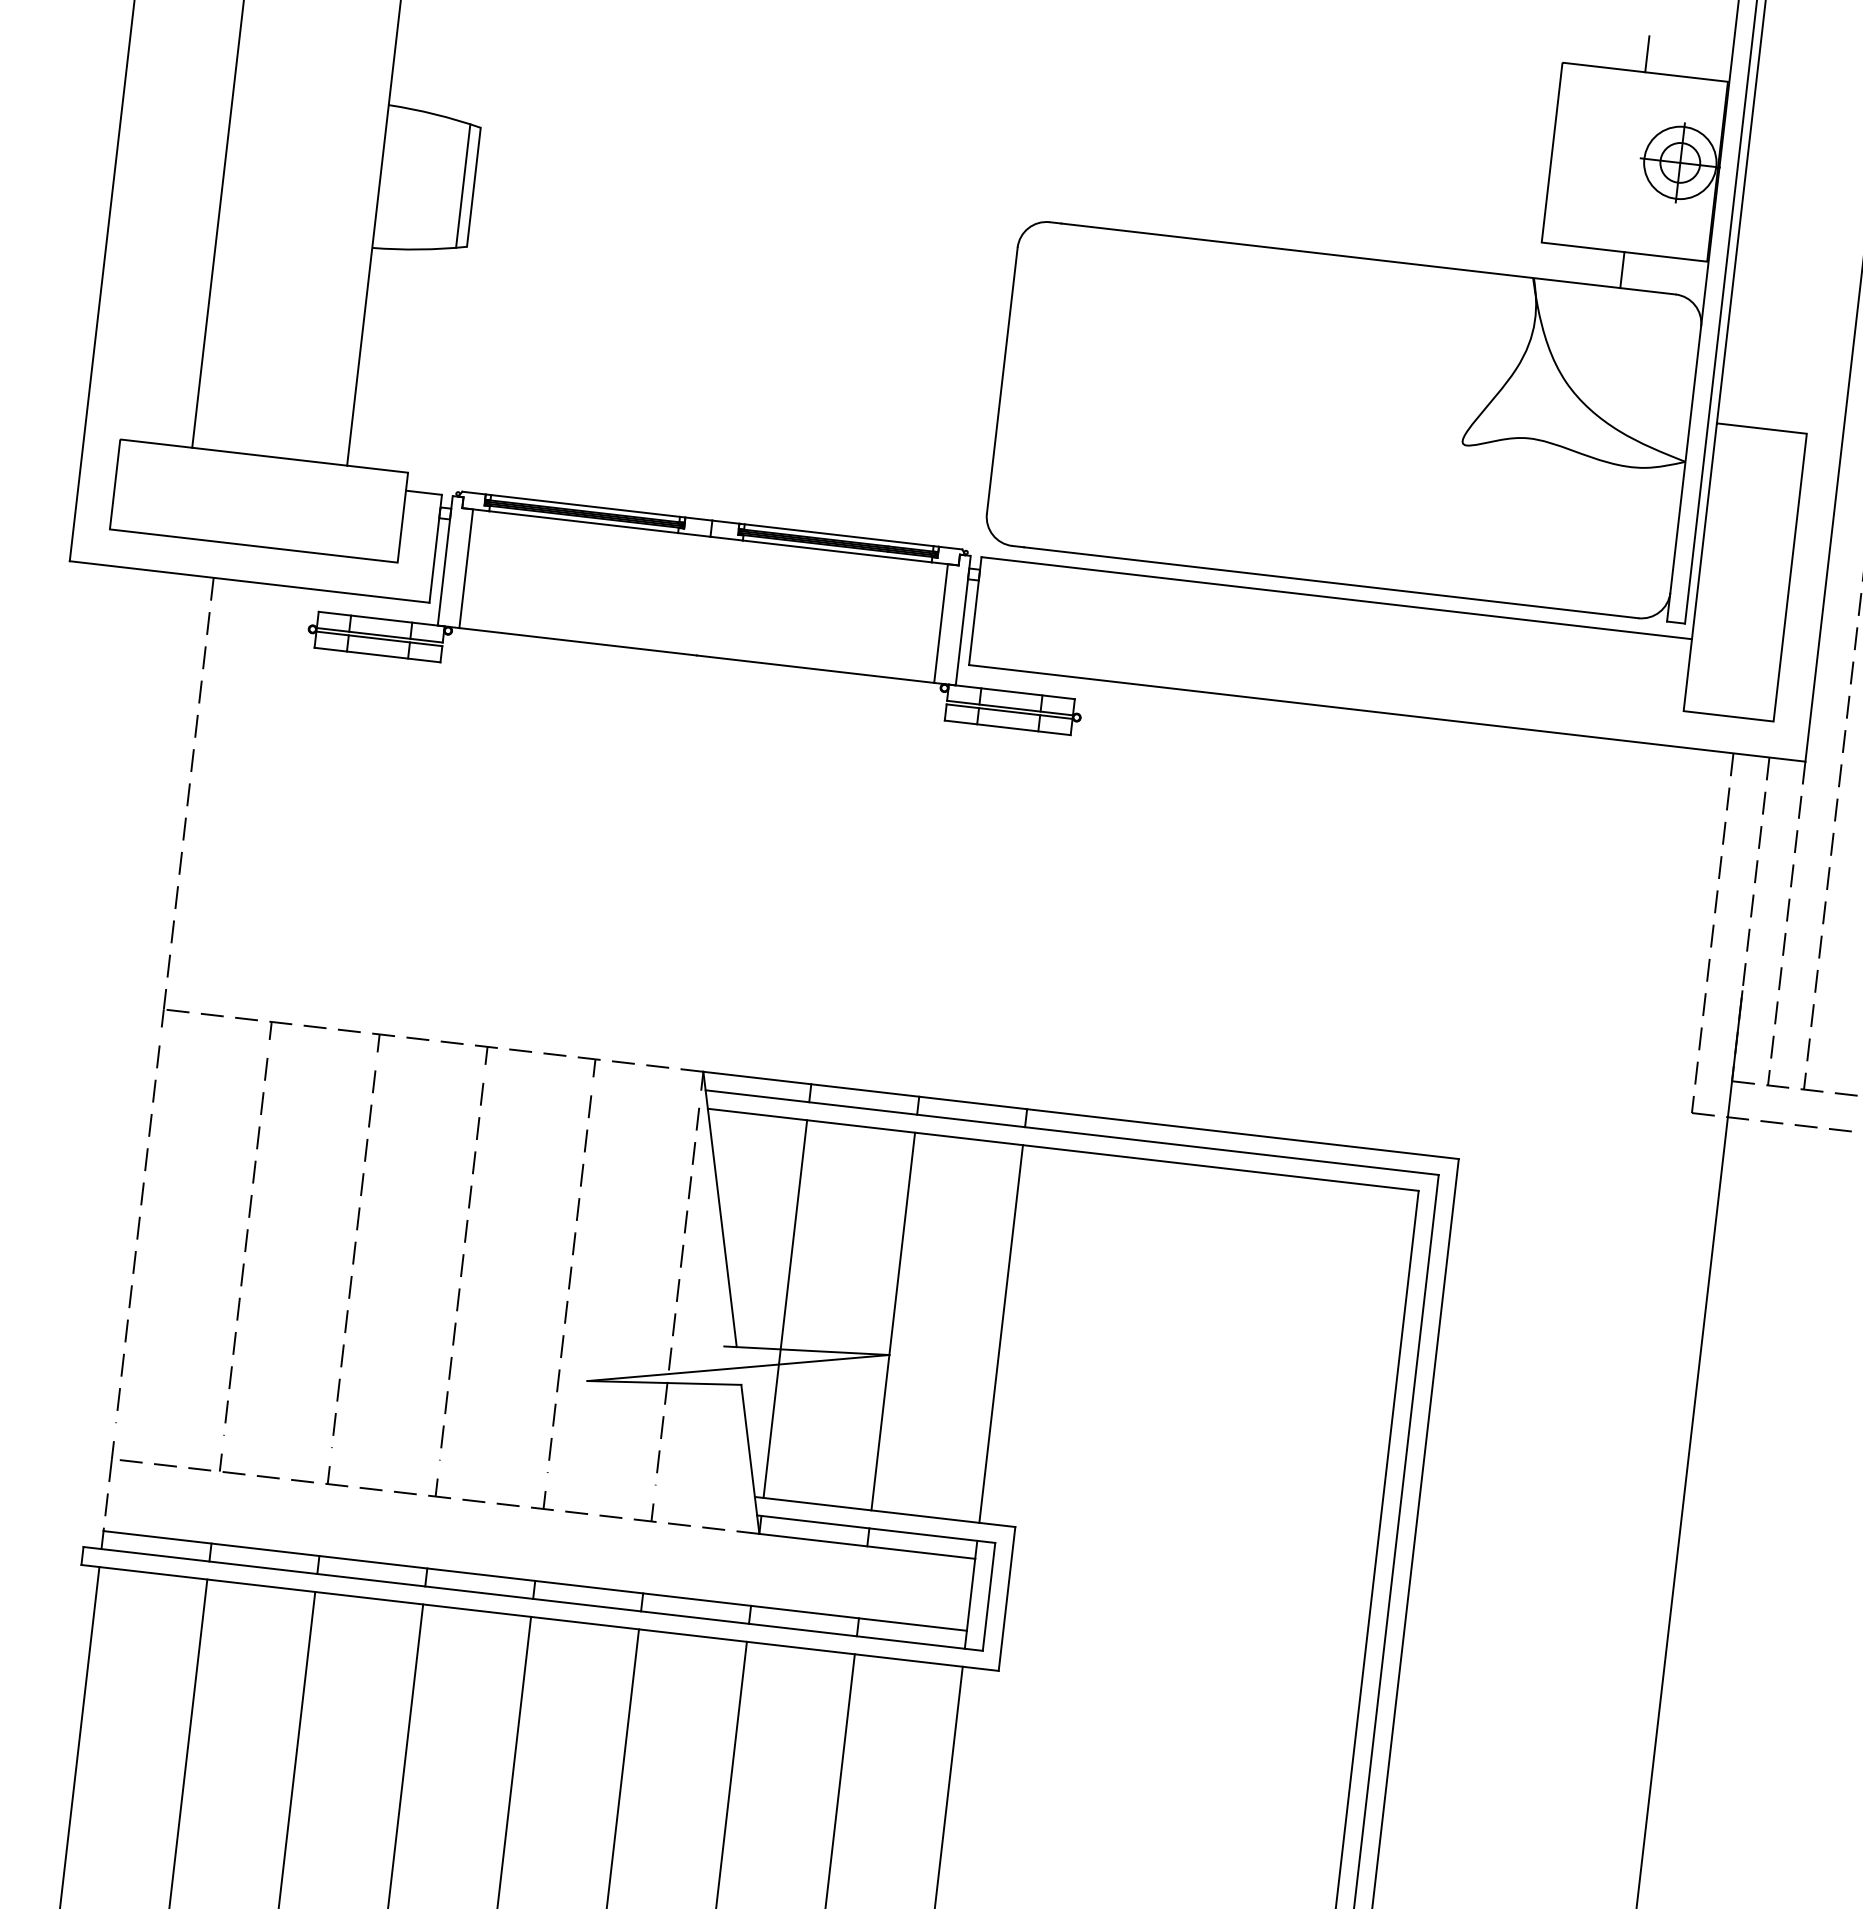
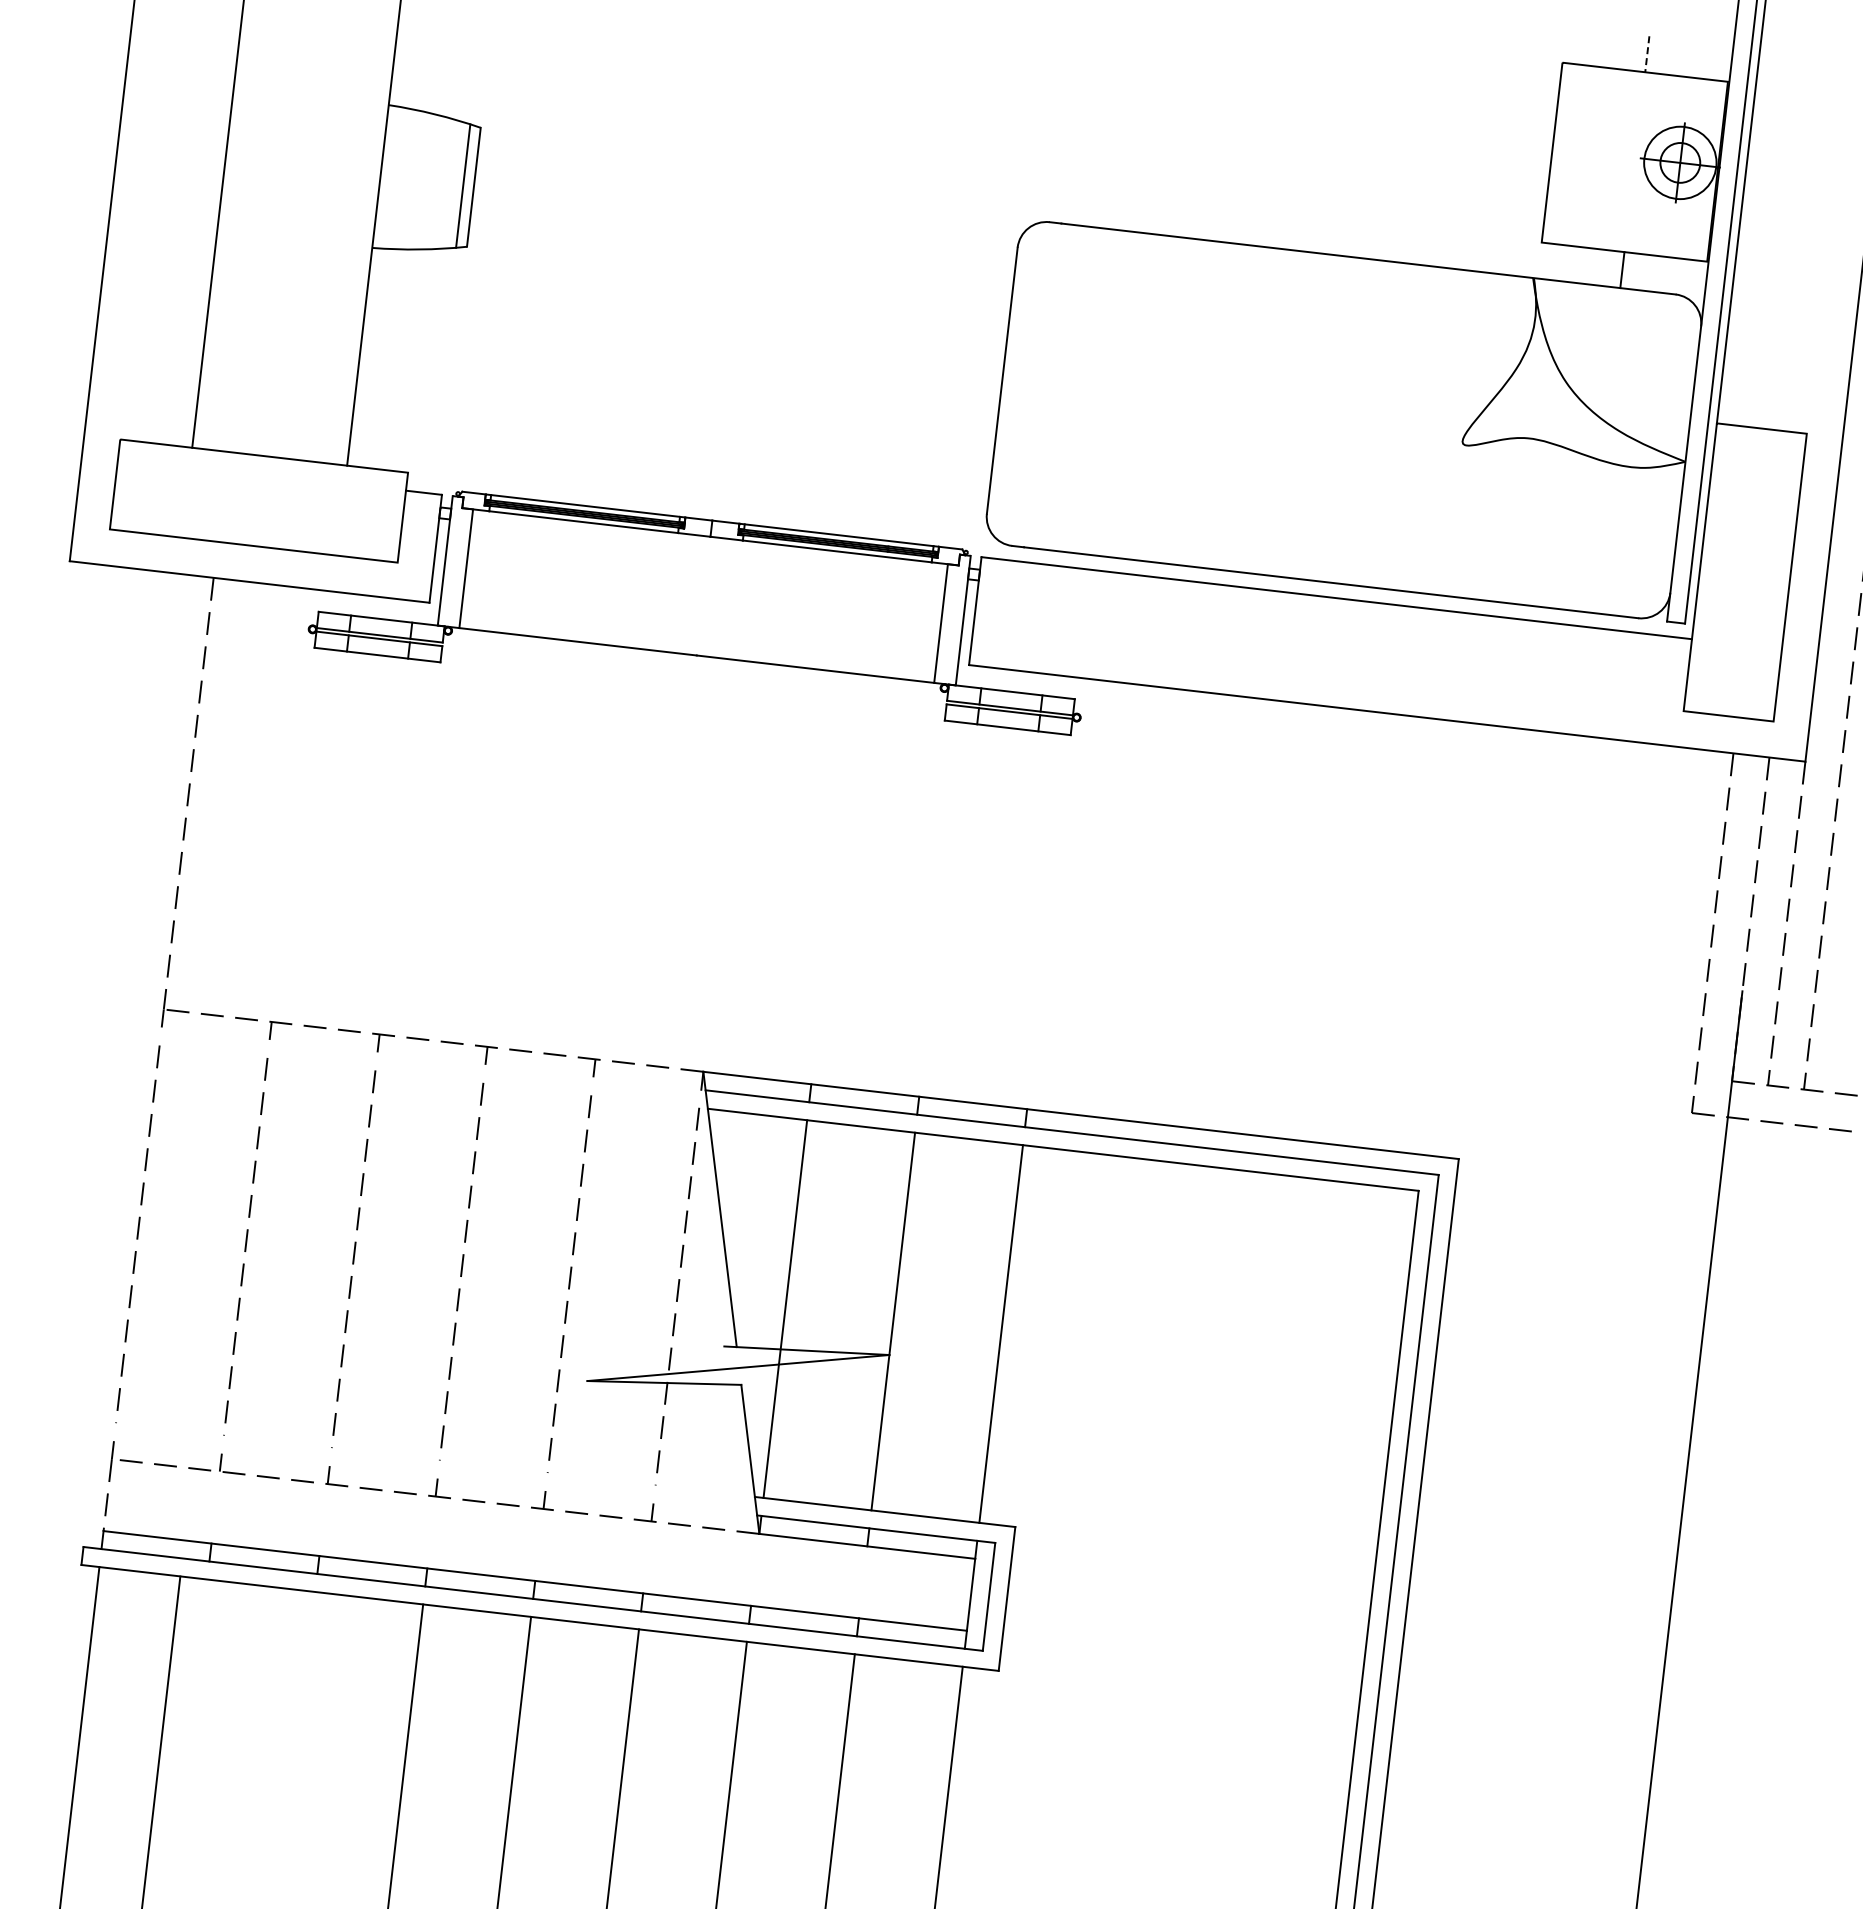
line at (1647, 54): solid -> dashed
line at (188, 1742) position: (188, 1742) -> (161, 1740)
line at (297, 1748): present -> none
